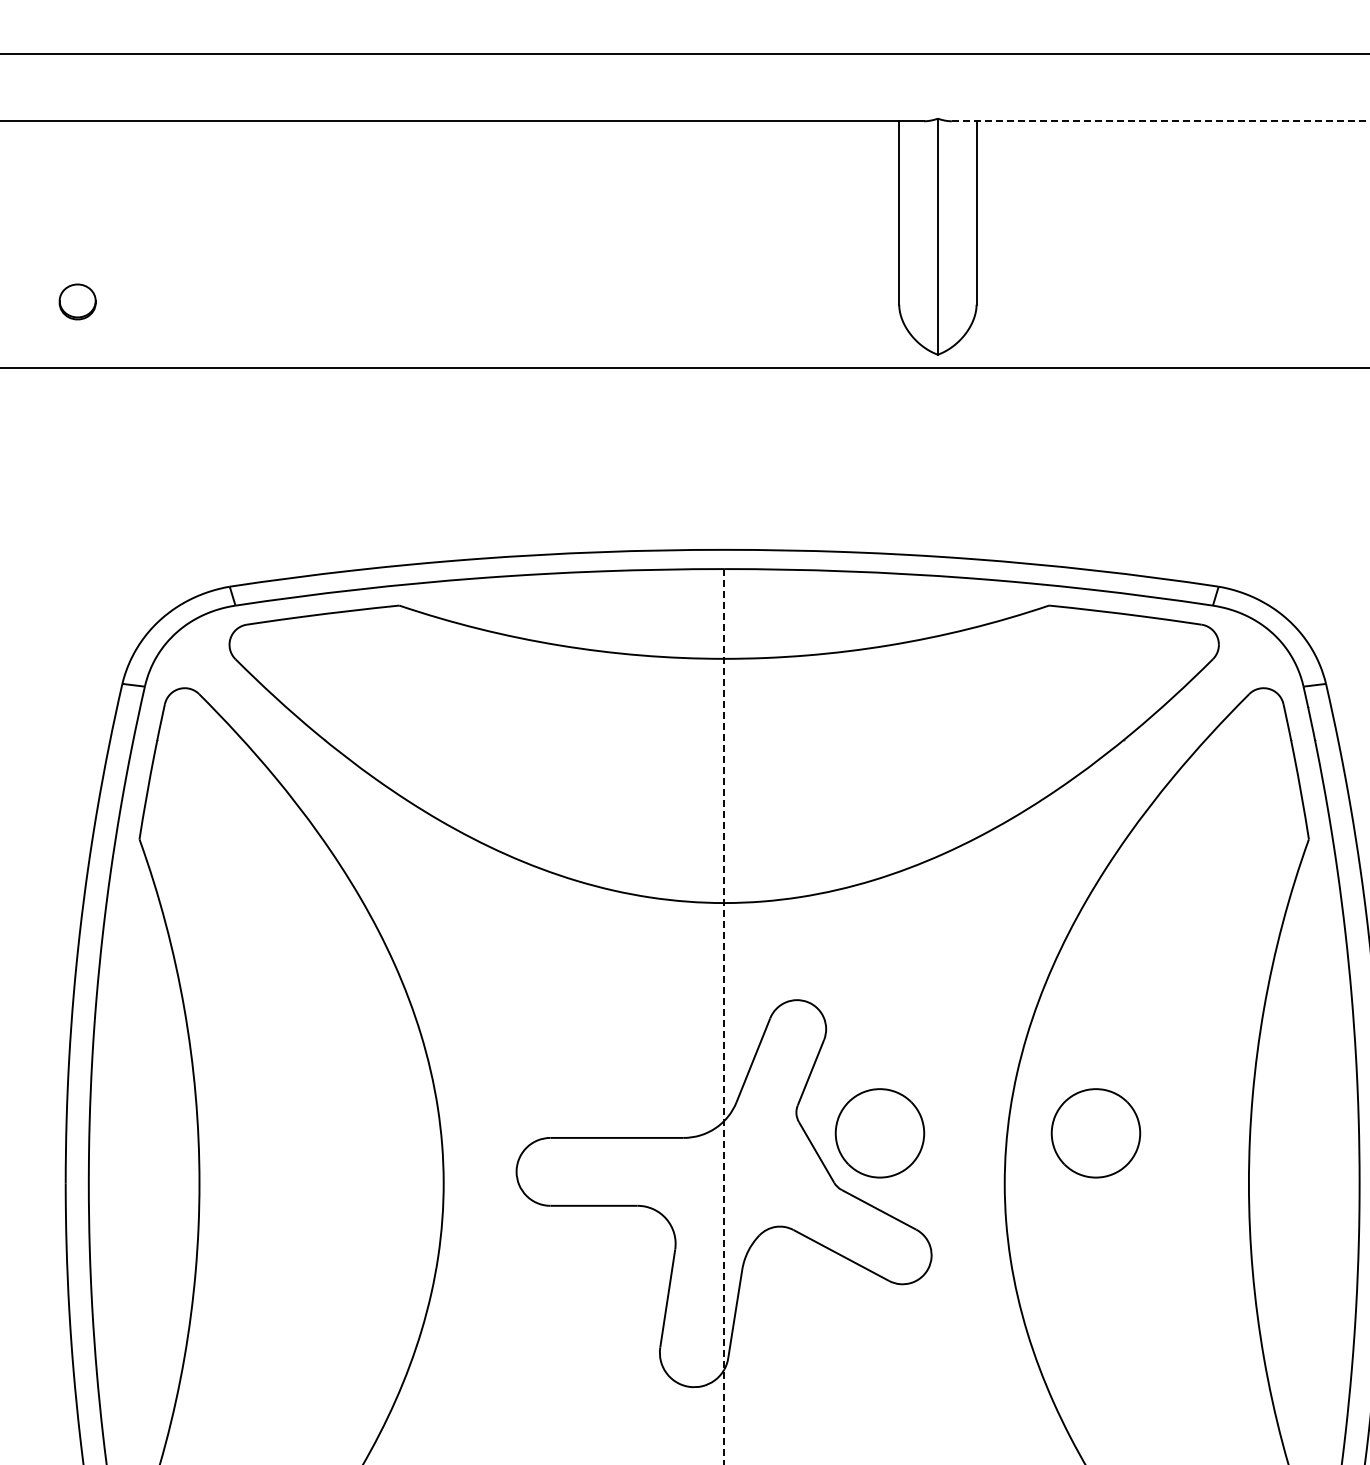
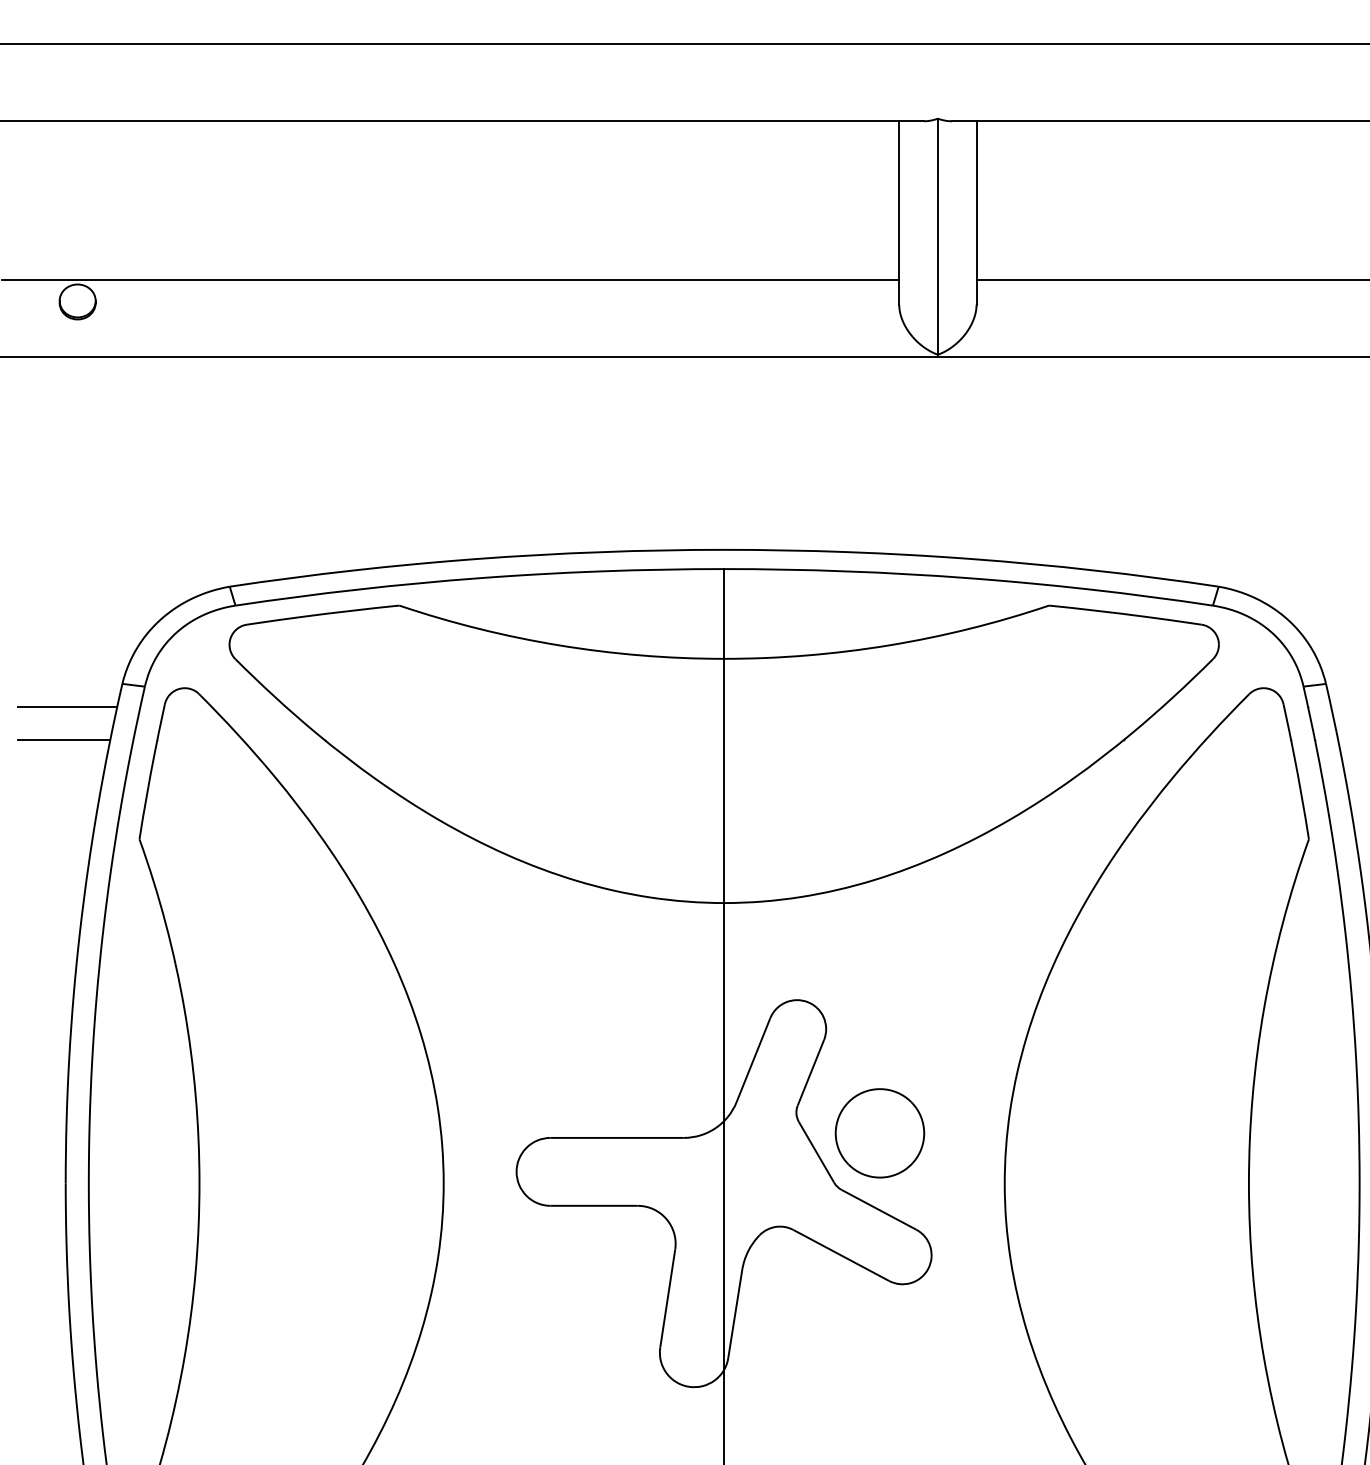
line at (684, 53) position: (684, 53) -> (684, 43)
line at (1160, 121): dashed -> solid
line at (450, 280): none -> present
line at (1171, 280): none -> present
line at (684, 368) position: (684, 368) -> (684, 357)
line at (67, 707): none -> present
line at (63, 739): none -> present
line at (724, 1017): dashed -> solid
part at (1095, 1133): present -> none
